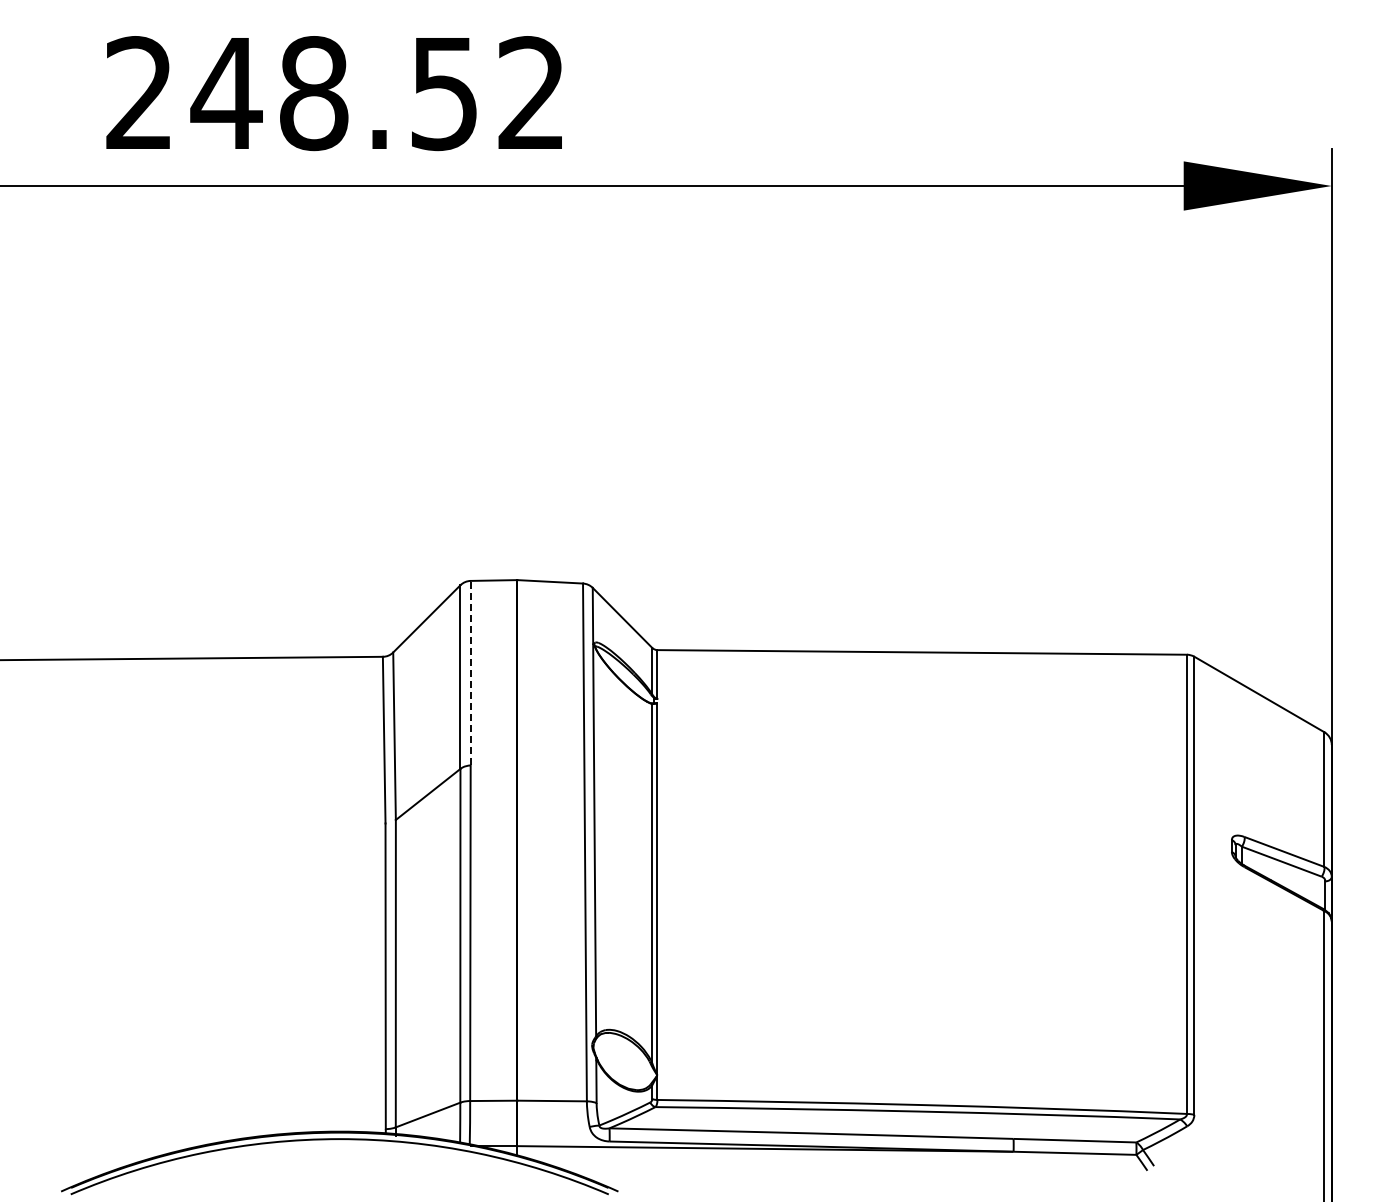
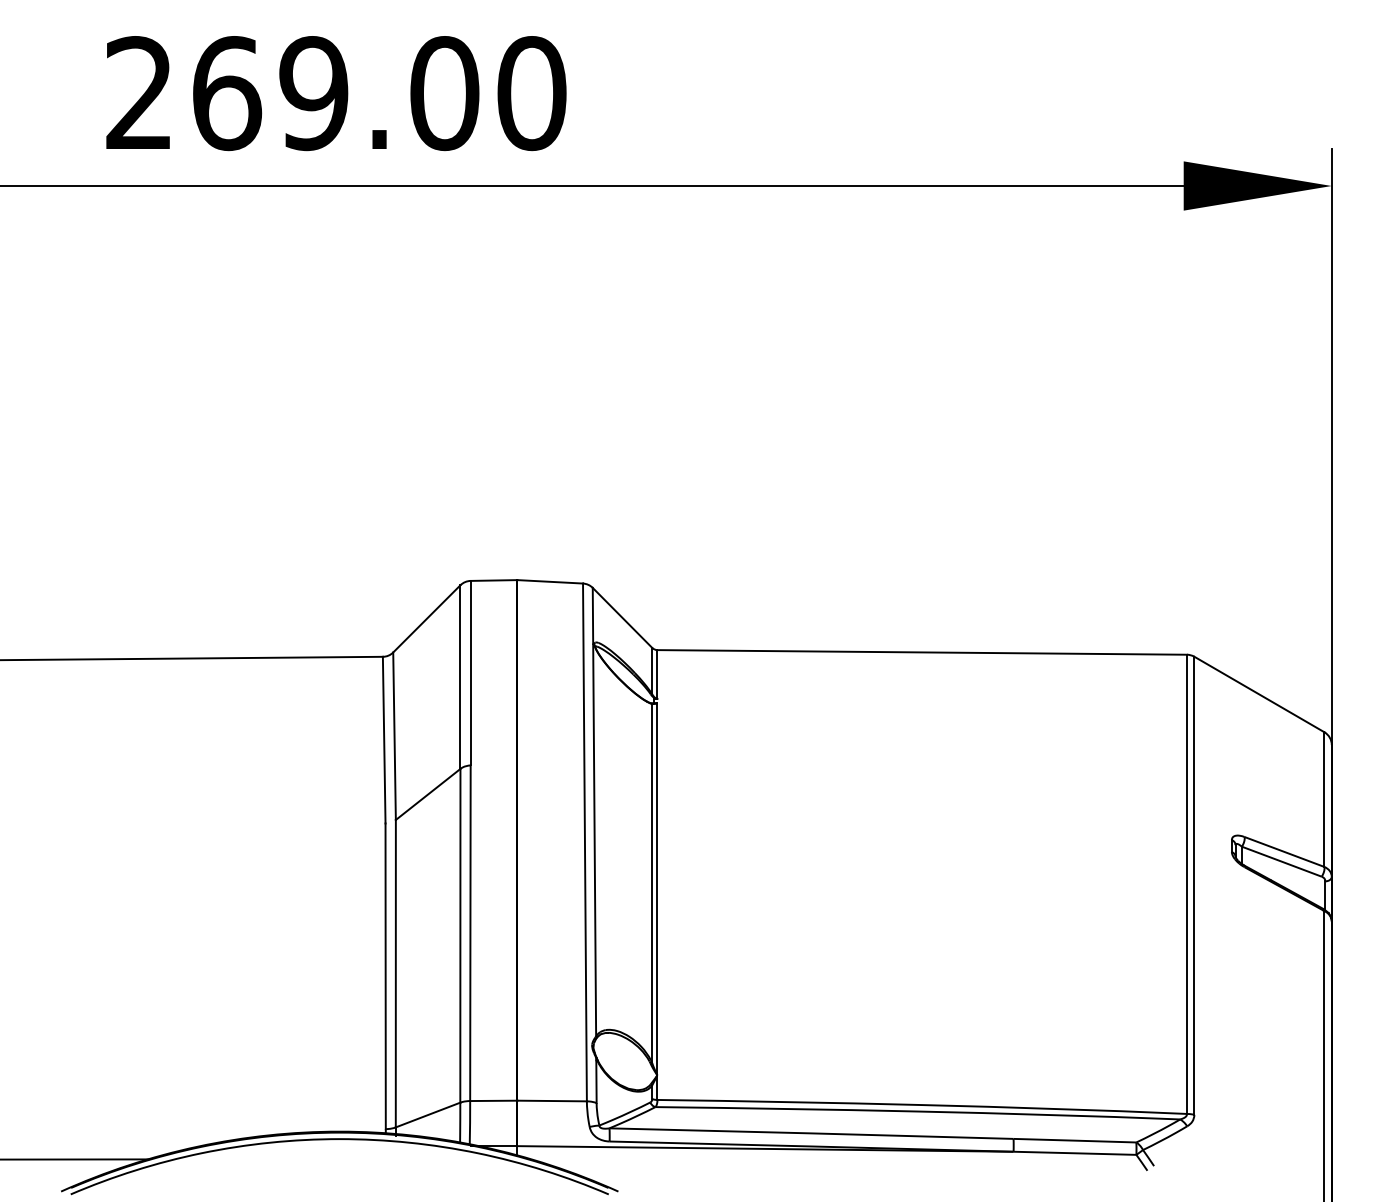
text at (378, 93): 248.52 -> 269.00
line at (470, 672): dashed -> solid
line at (75, 1159): none -> present
